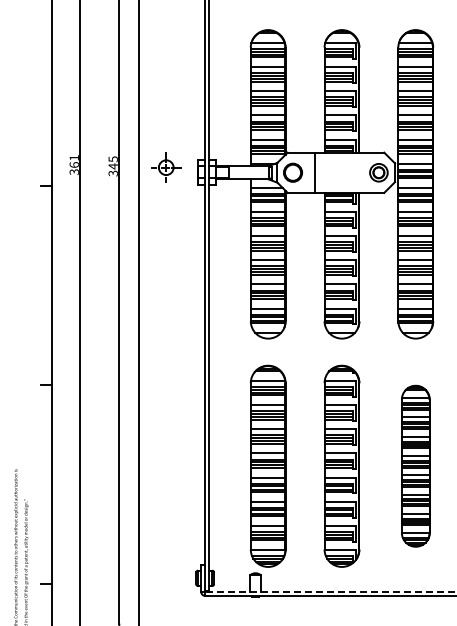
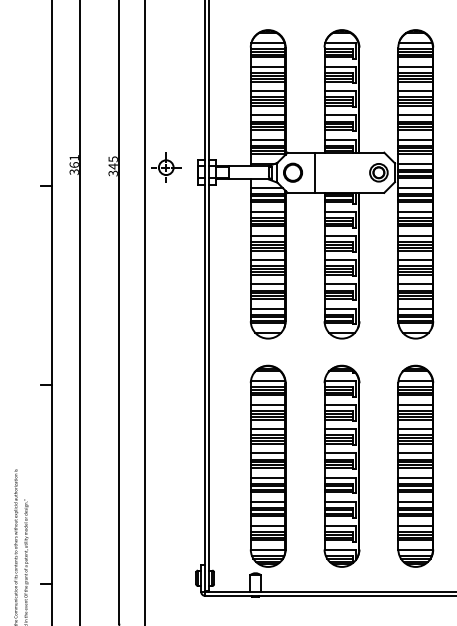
line at (138, 312) position: (138, 312) -> (144, 312)
part at (415, 465) size: 30x164 px -> 38x204 px
line at (331, 591): dashed -> solid
